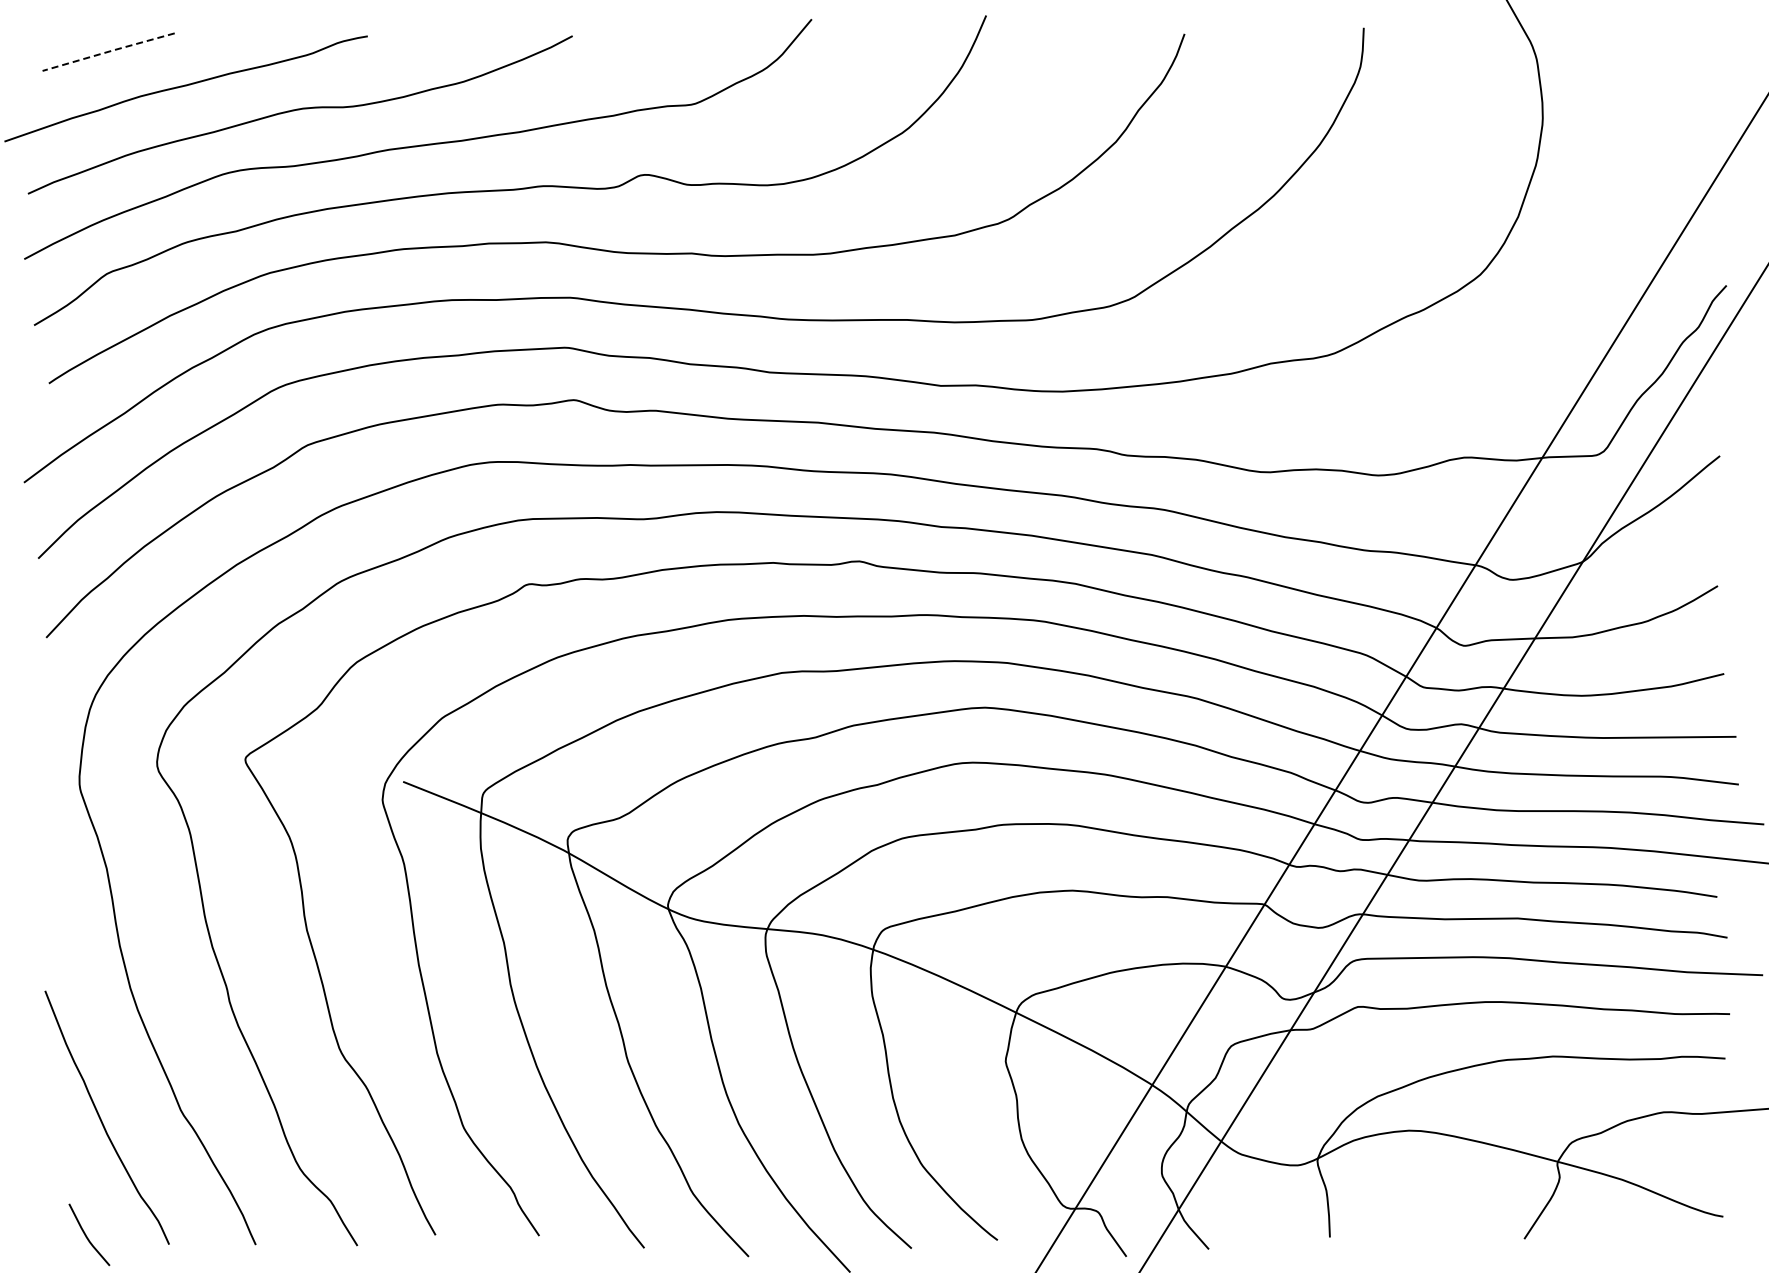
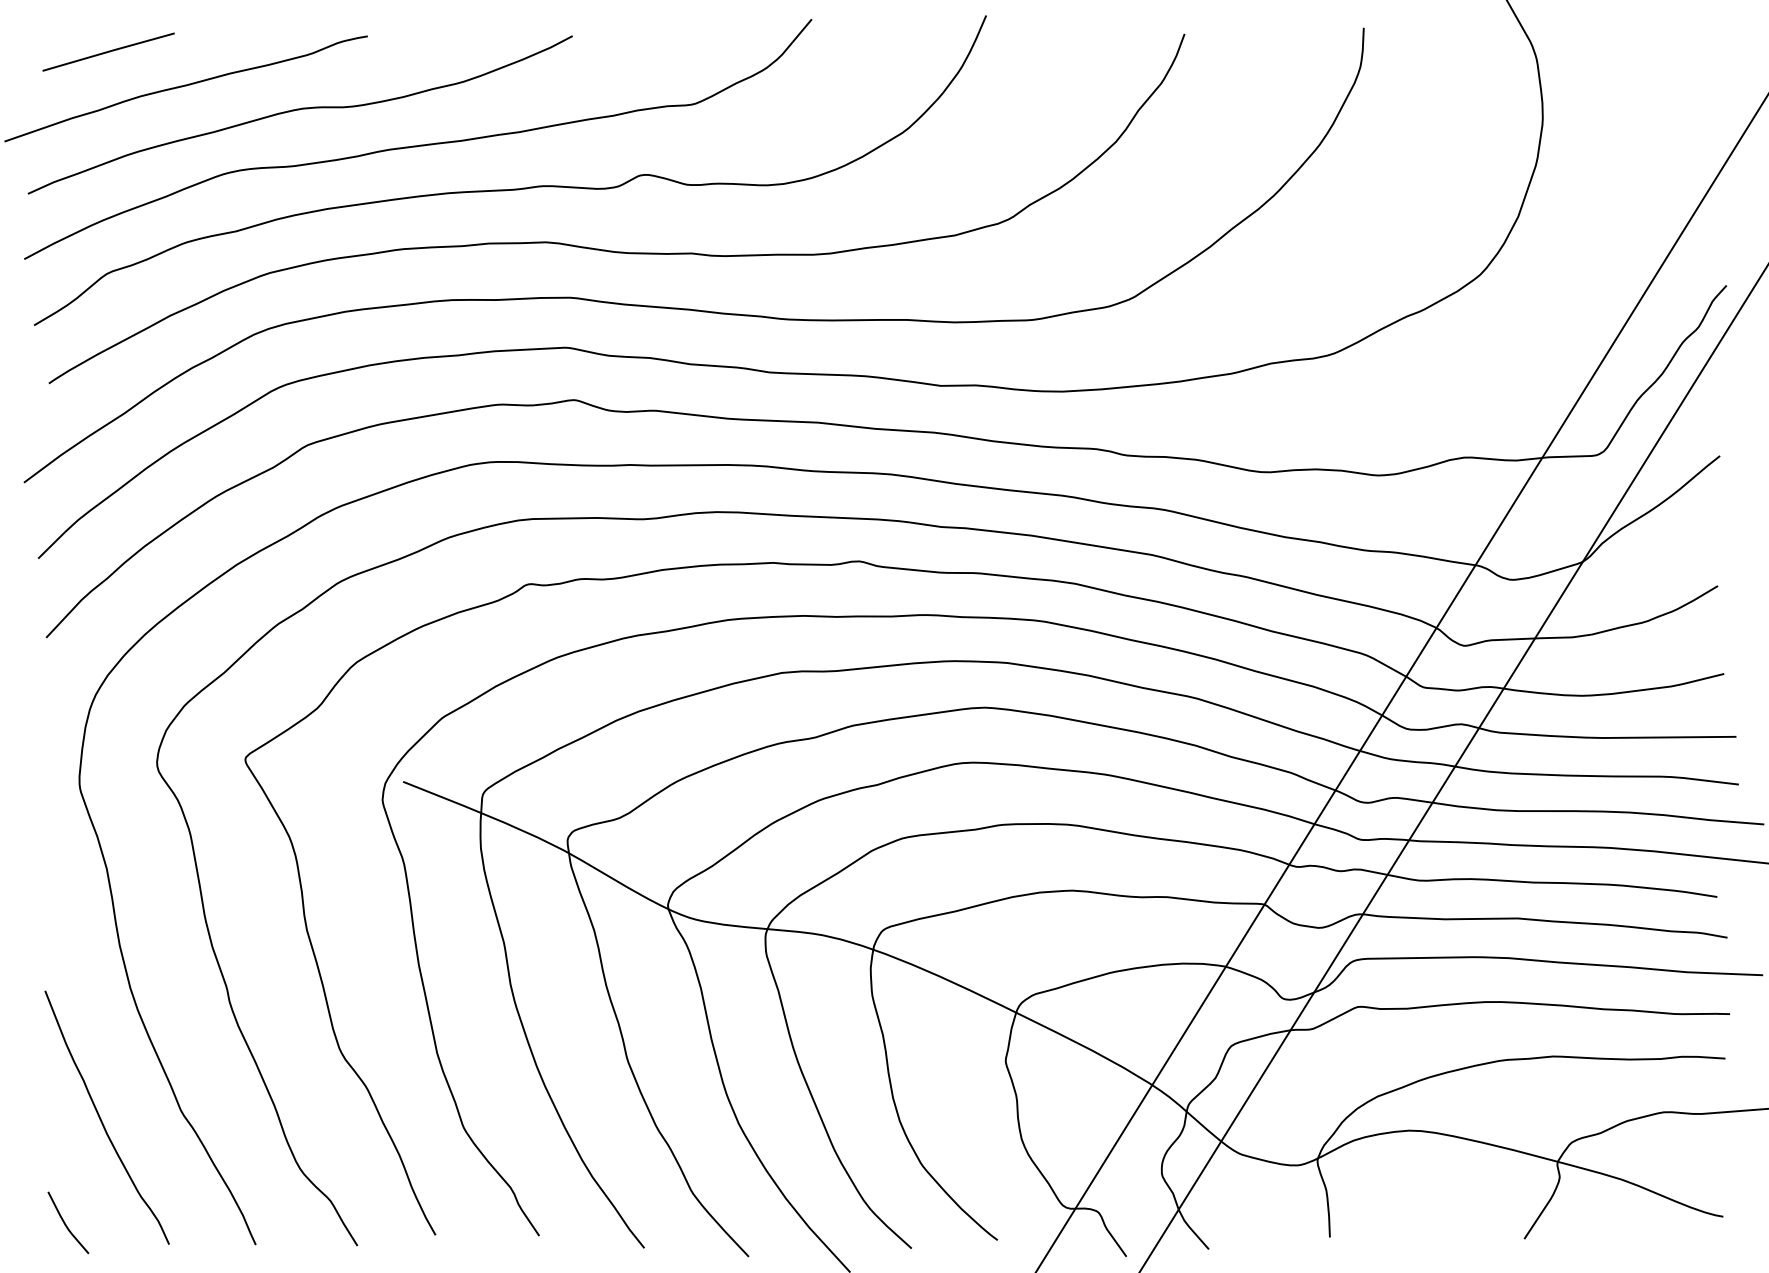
line at (109, 51): dashed -> solid
curve at (87, 1236) position: (87, 1236) -> (66, 1224)
